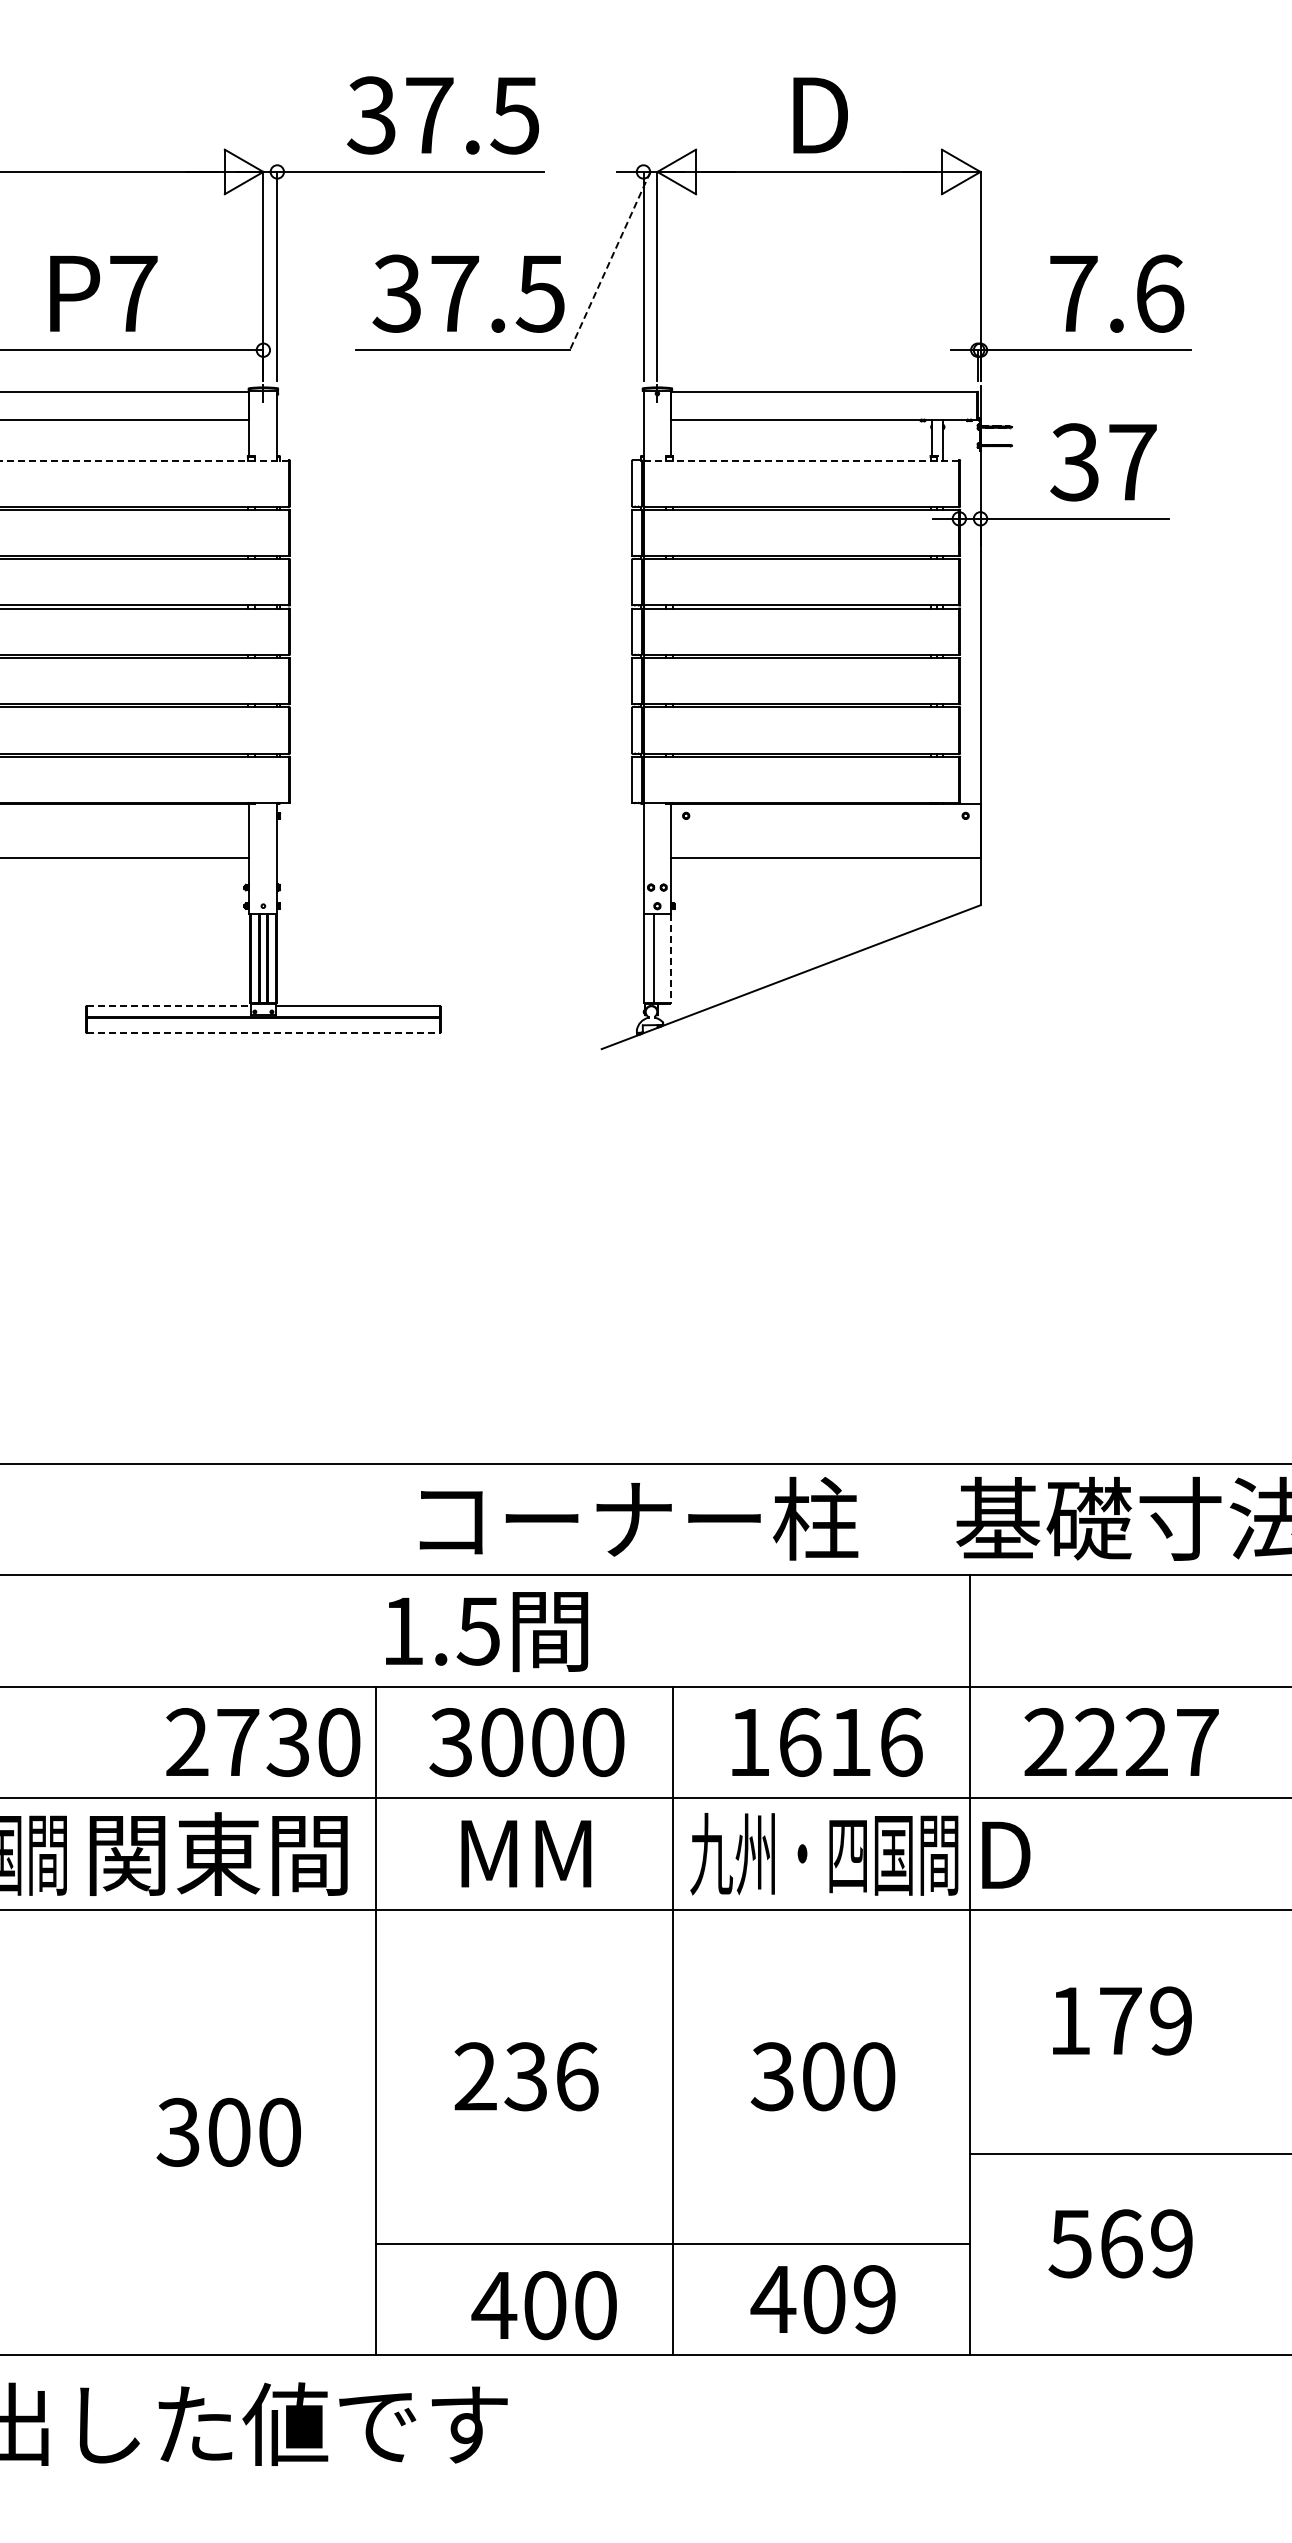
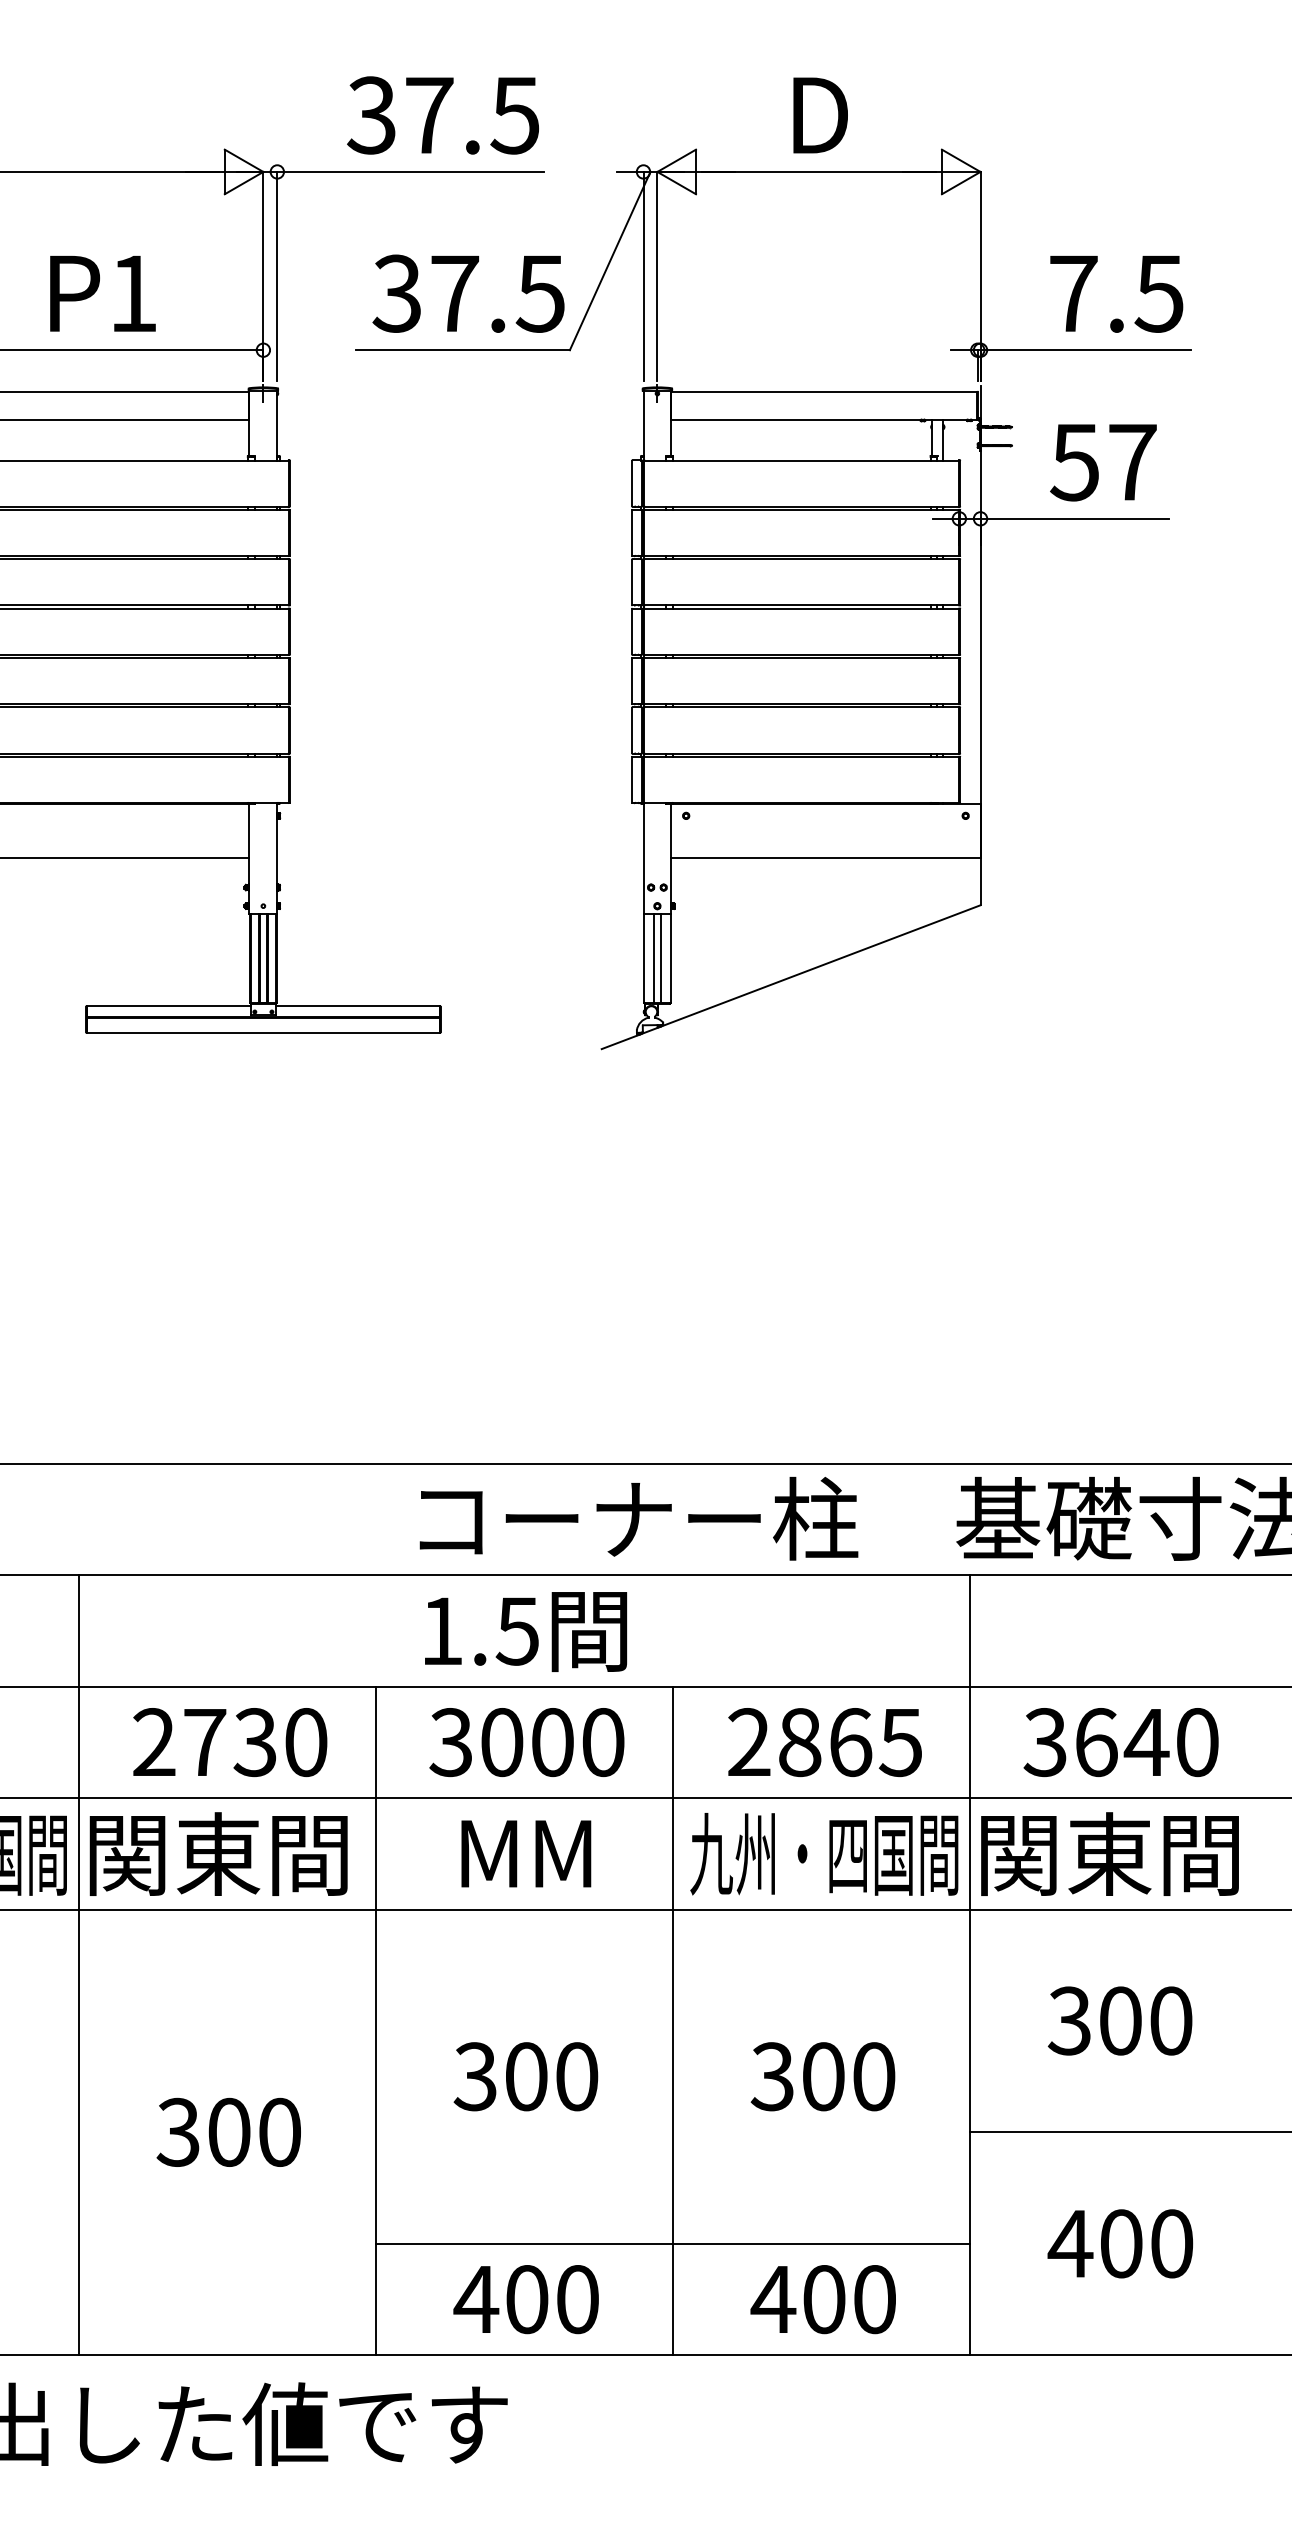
line at (610, 261): dashed -> solid
text at (133, 293): P7 -> P1
text at (1159, 293): 7.6 -> 7.5
line at (144, 460): dashed -> solid
line at (801, 460): dashed -> solid
text at (1074, 462): 37 -> 57
line at (660, 958): none -> present
line at (670, 958): dashed -> solid
line at (169, 1006): dashed -> solid
line at (263, 1032): dashed -> solid
text at (487, 1631) position: (487, 1631) -> (526, 1631)
text at (263, 1742) position: (263, 1742) -> (230, 1742)
text at (825, 1742): 1616 -> 2865
text at (1120, 1742): 2227 -> 3640
text at (1109, 1853): D -> 関東間
line at (78, 1965): none -> present
text at (1119, 2020): 179 -> 300
text at (525, 2076): 236 -> 300
line at (1129, 2154) position: (1129, 2154) -> (1129, 2132)
text at (1120, 2243): 569 -> 400
text at (874, 2299): 409 -> 400
text at (543, 2305) position: (543, 2305) -> (525, 2299)
